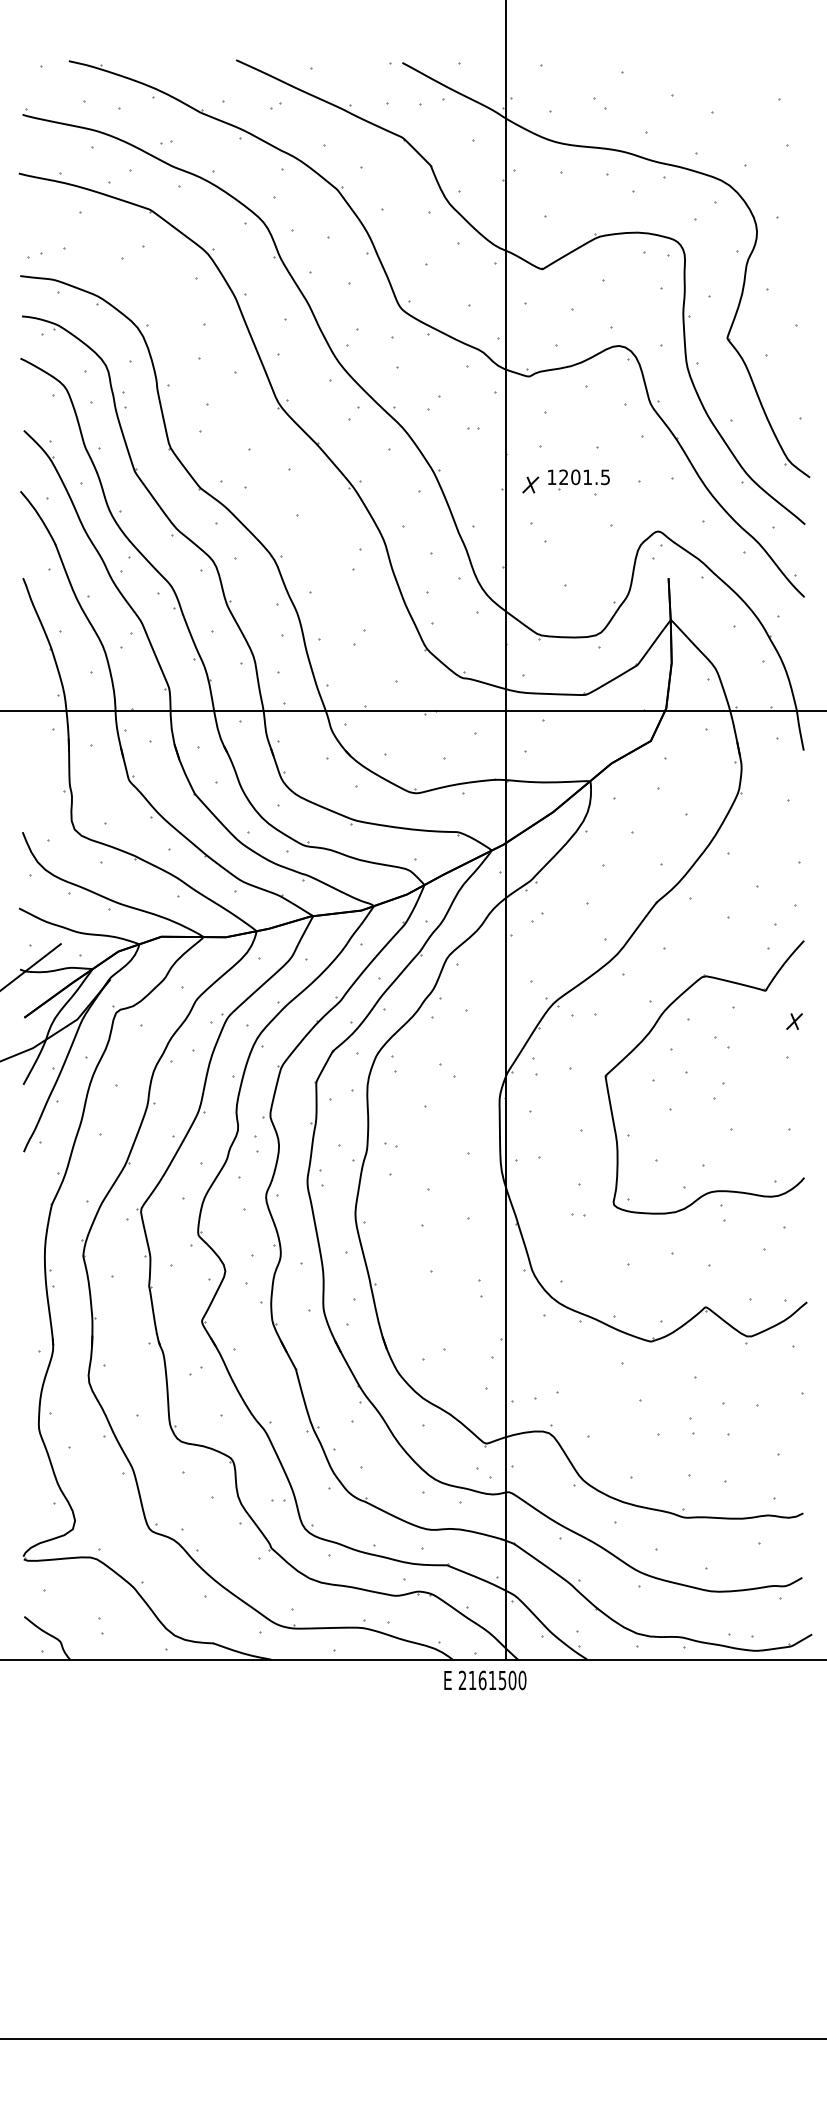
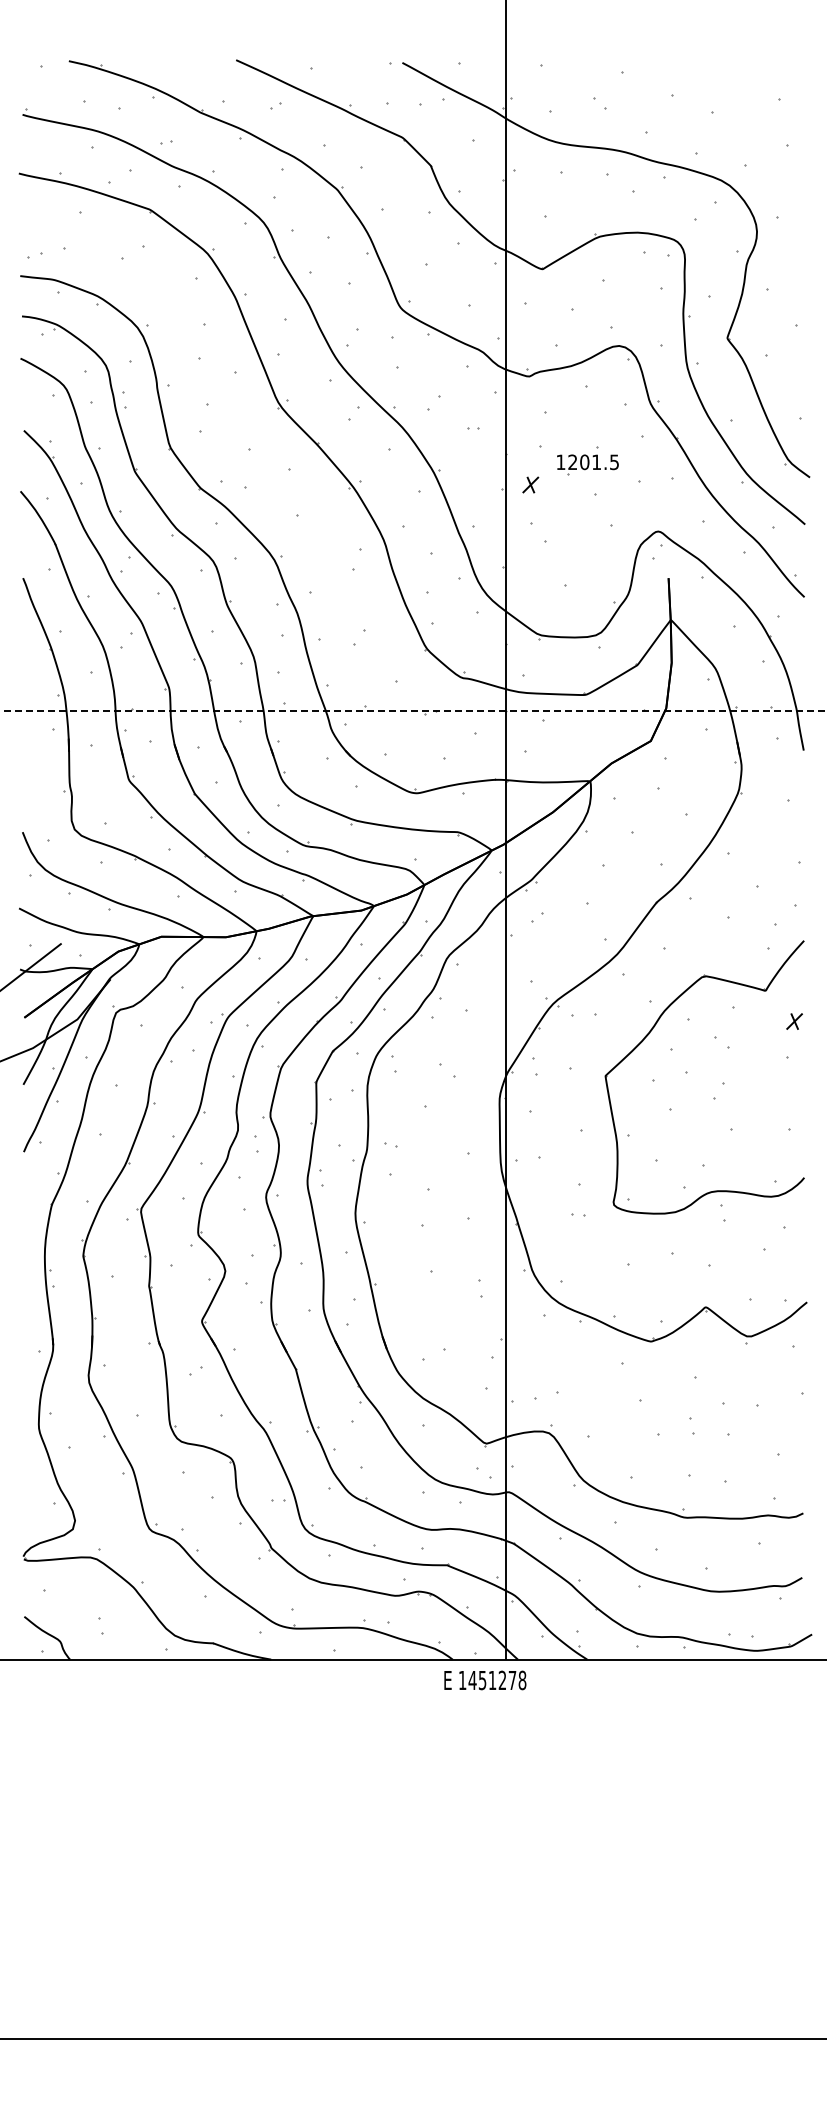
part at (578, 479) position: (578, 479) -> (587, 464)
line at (413, 711): solid -> dashed
text at (492, 1680): 2161500 -> 1451278
